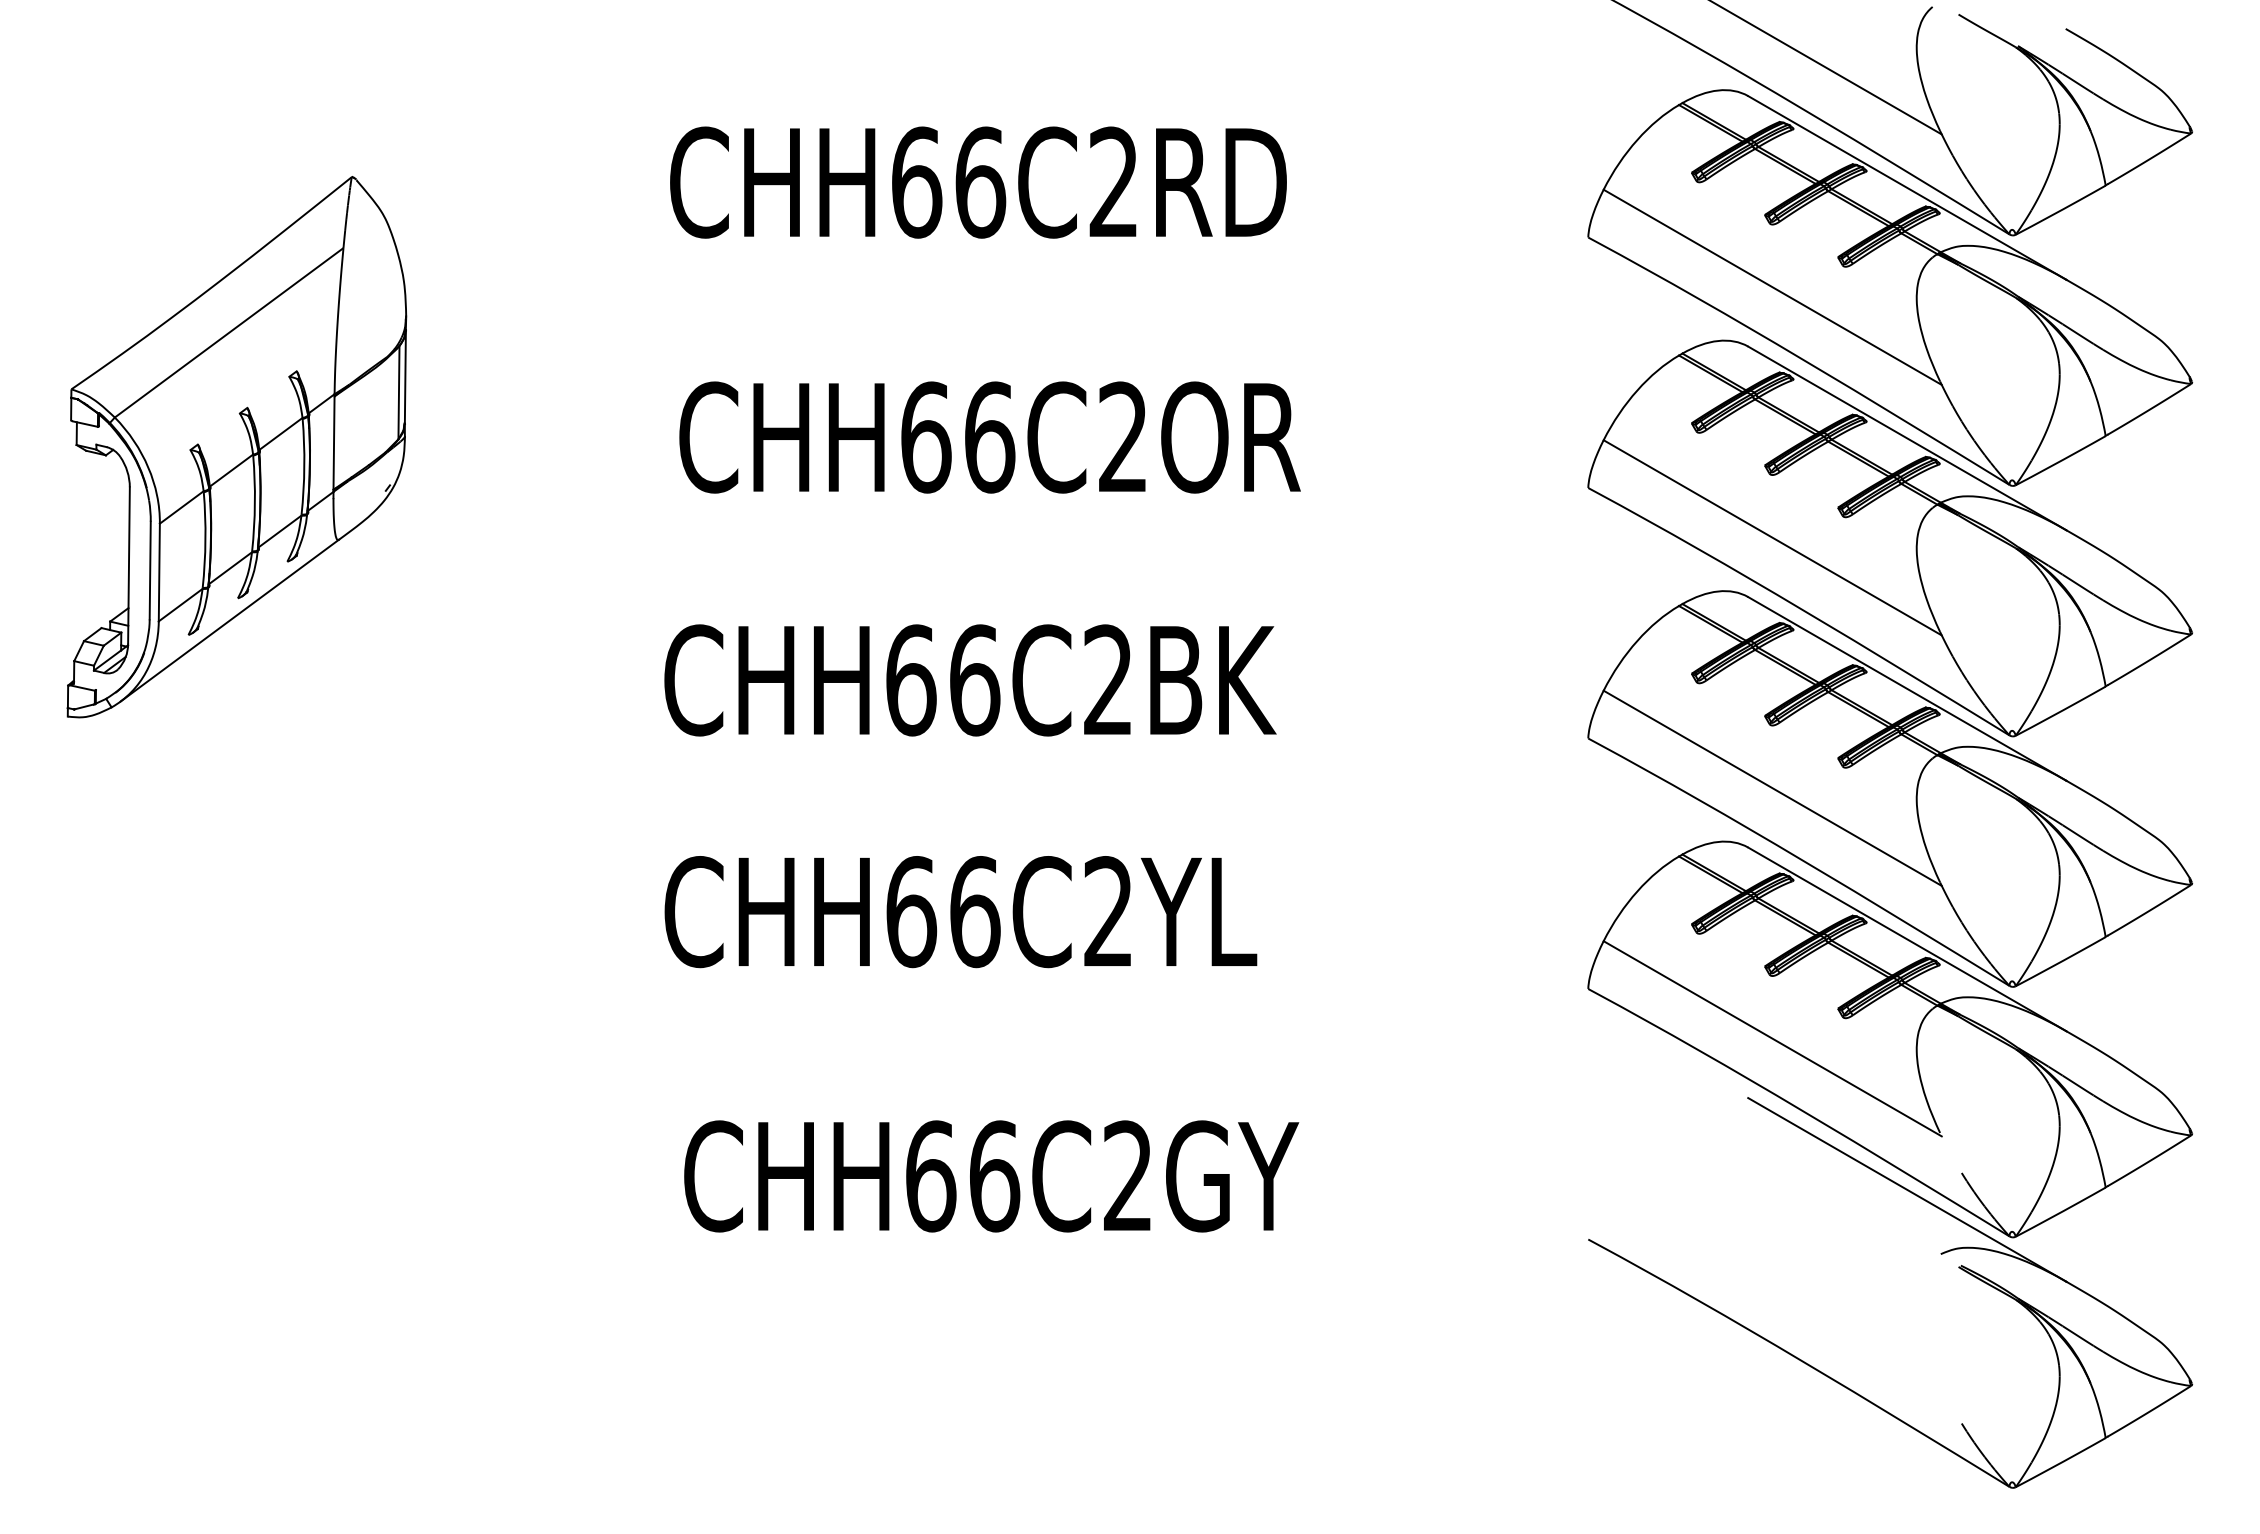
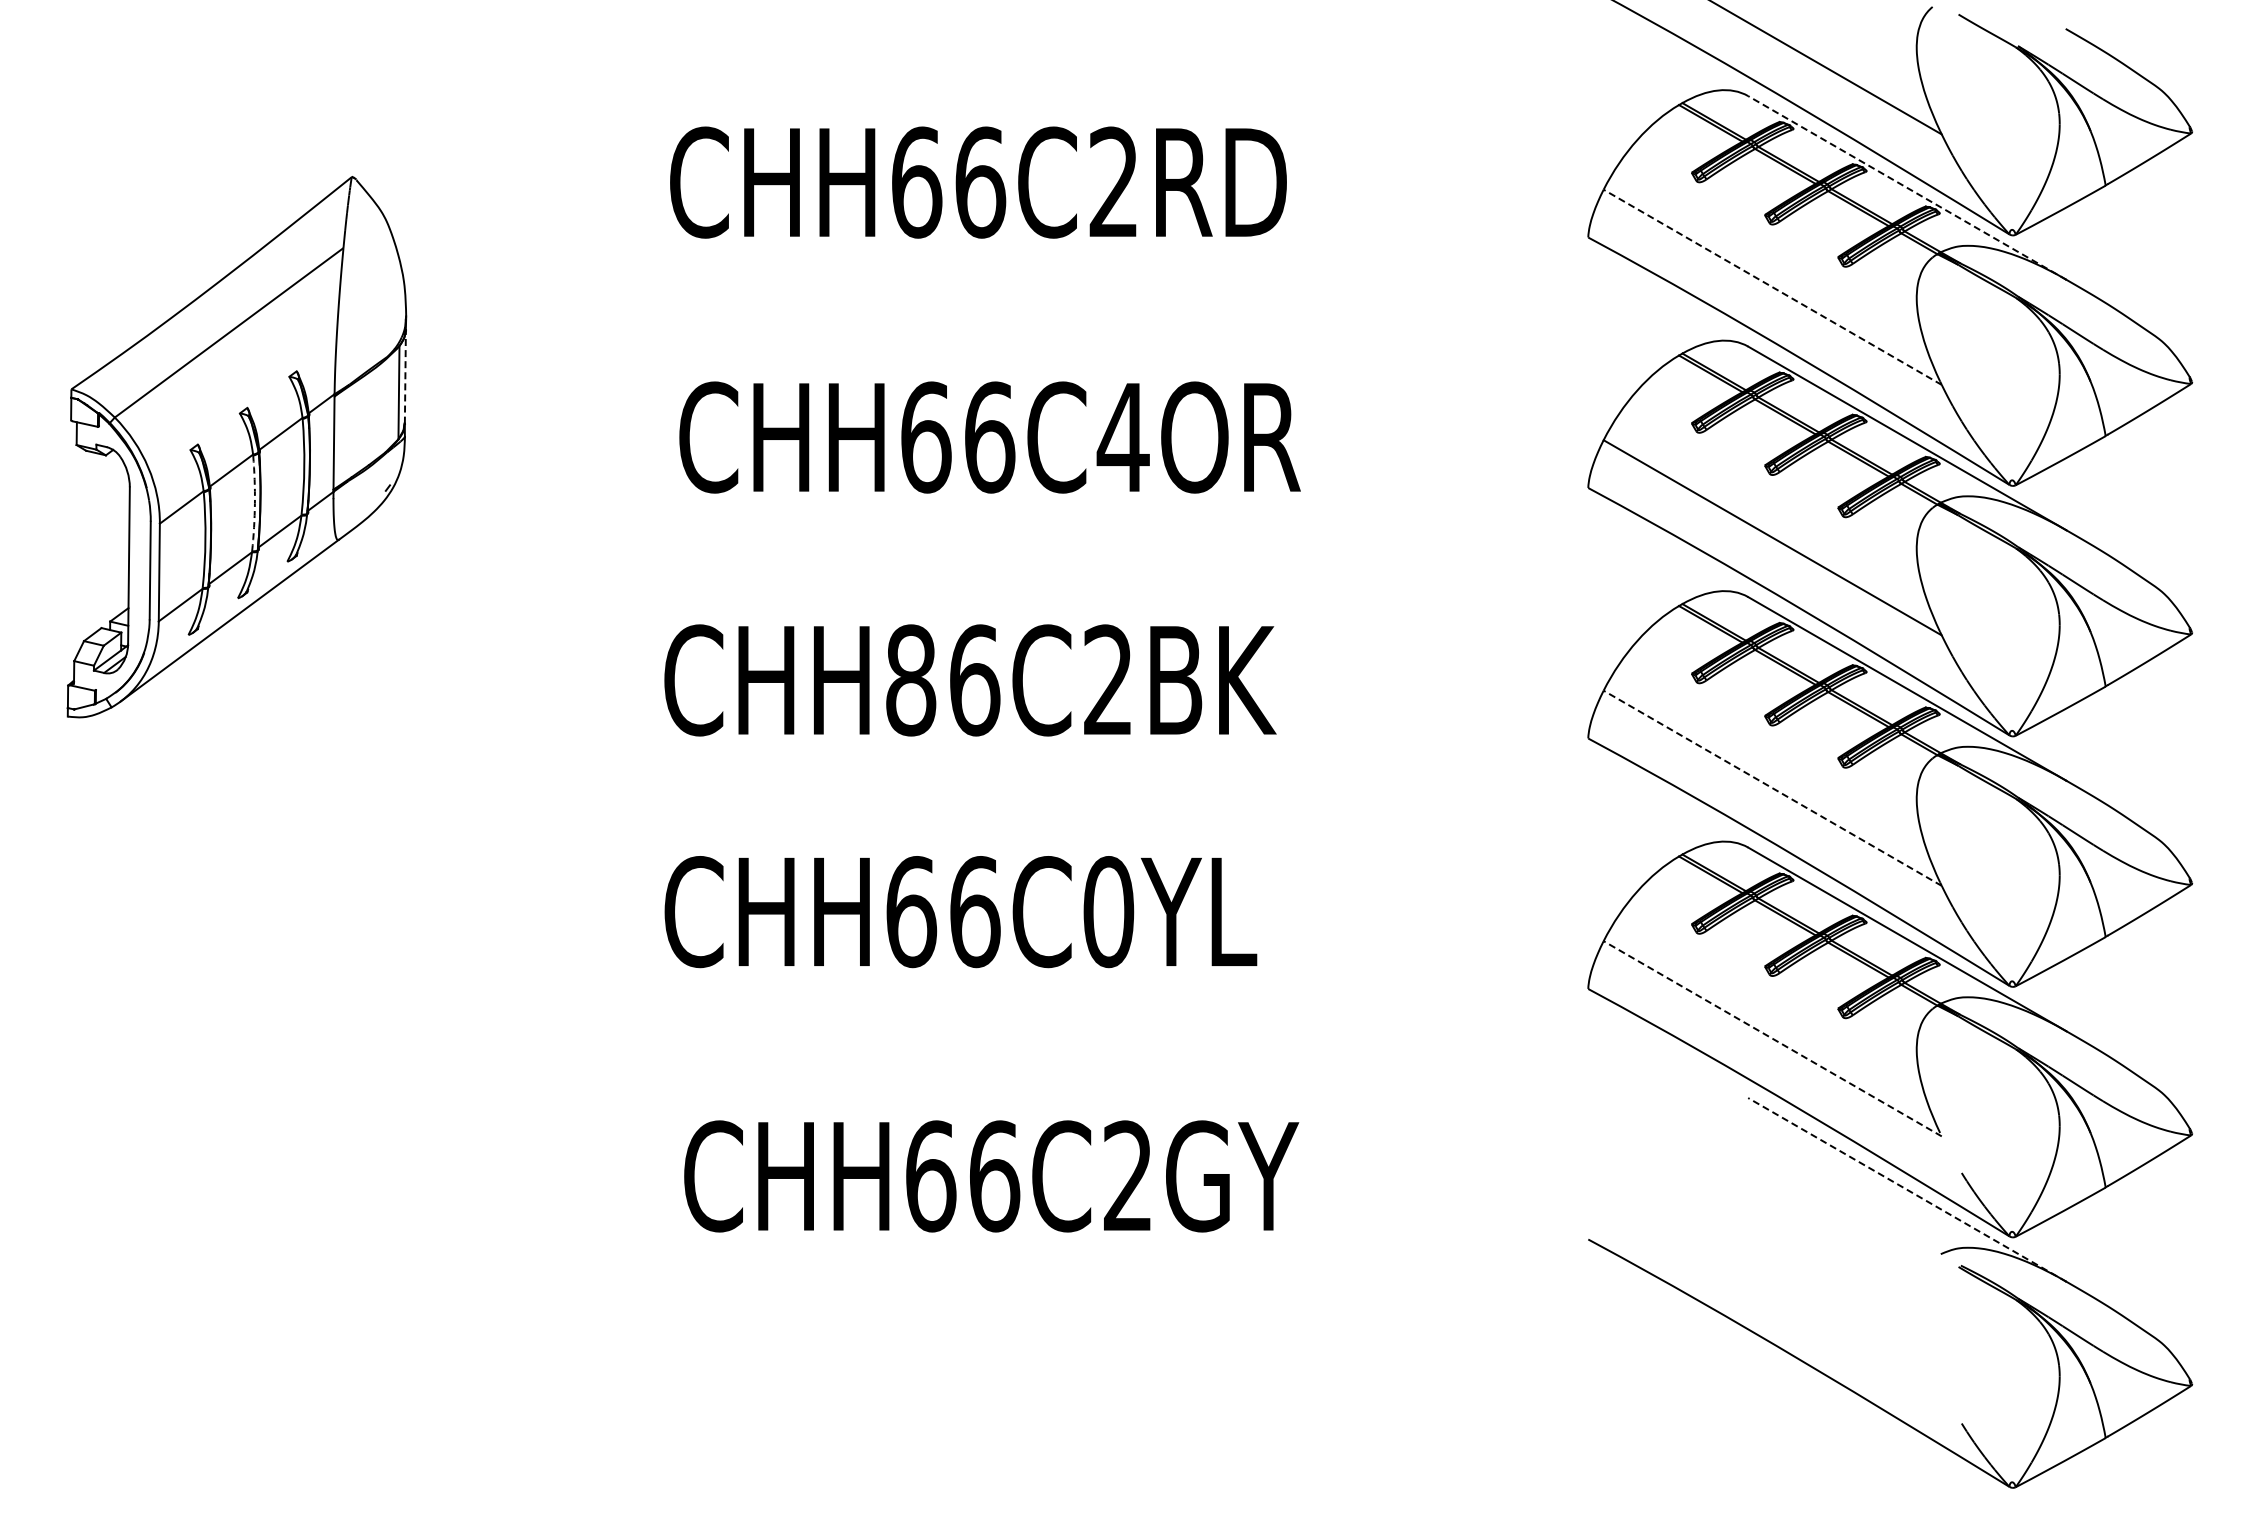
line at (1907, 188): solid -> dashed
line at (1772, 287): solid -> dashed
line at (405, 376): solid -> dashed
text at (1122, 436): CHH66C2OR -> CHH66C4OR
arc at (254, 503): solid -> dashed
text at (911, 680): CHH66C2BK -> CHH86C2BK
line at (1772, 788): solid -> dashed
text at (1108, 912): CHH66C2YL -> CHH66C0YL
line at (1772, 1038): solid -> dashed
line at (1907, 1189): solid -> dashed
